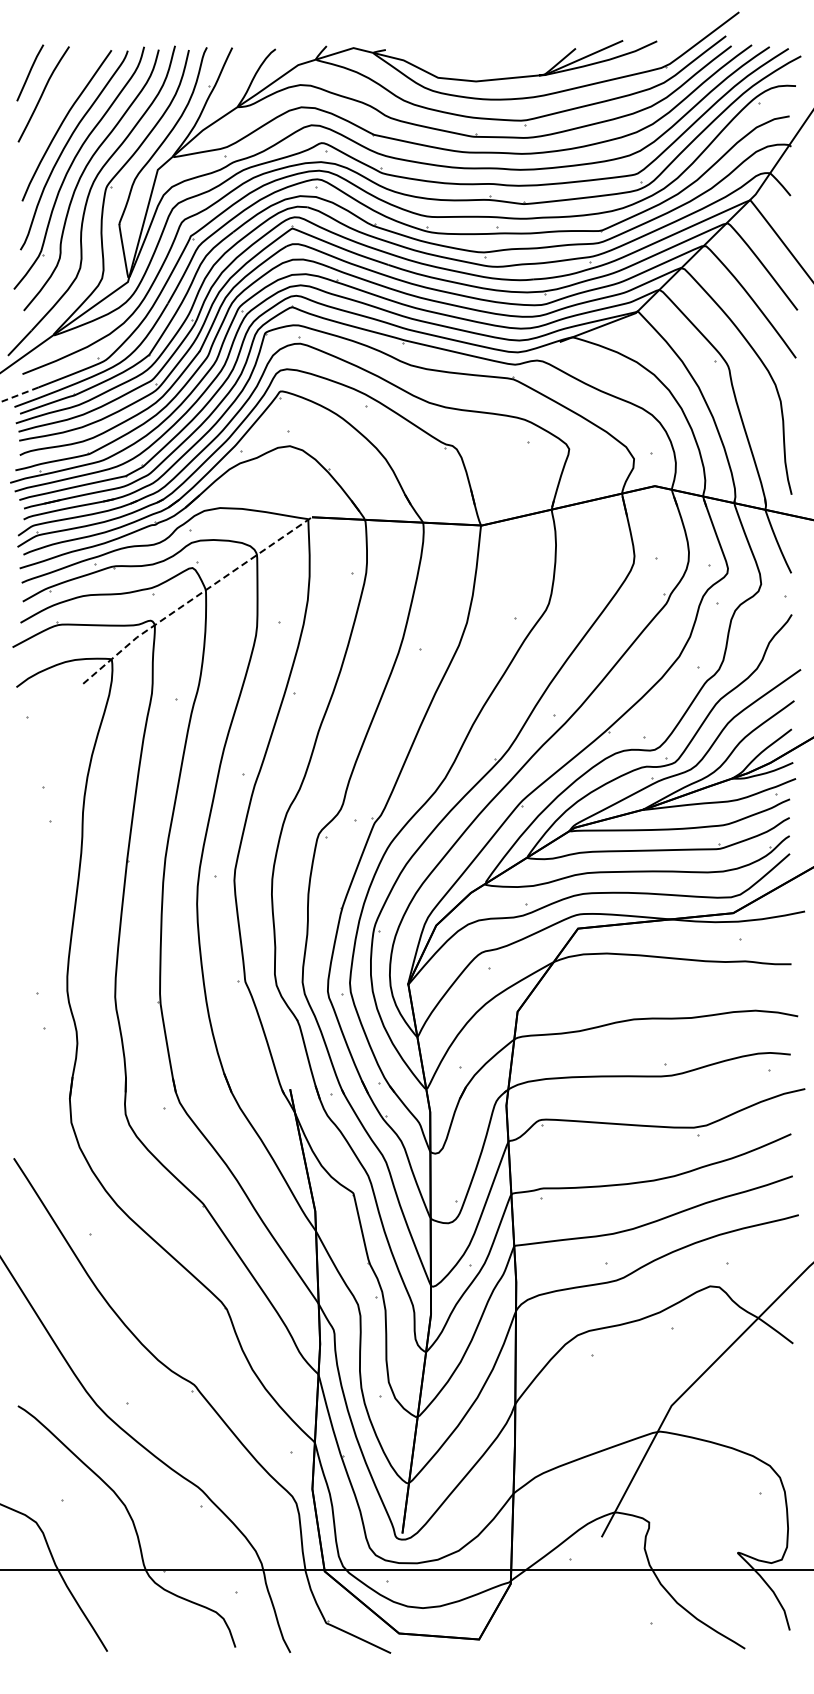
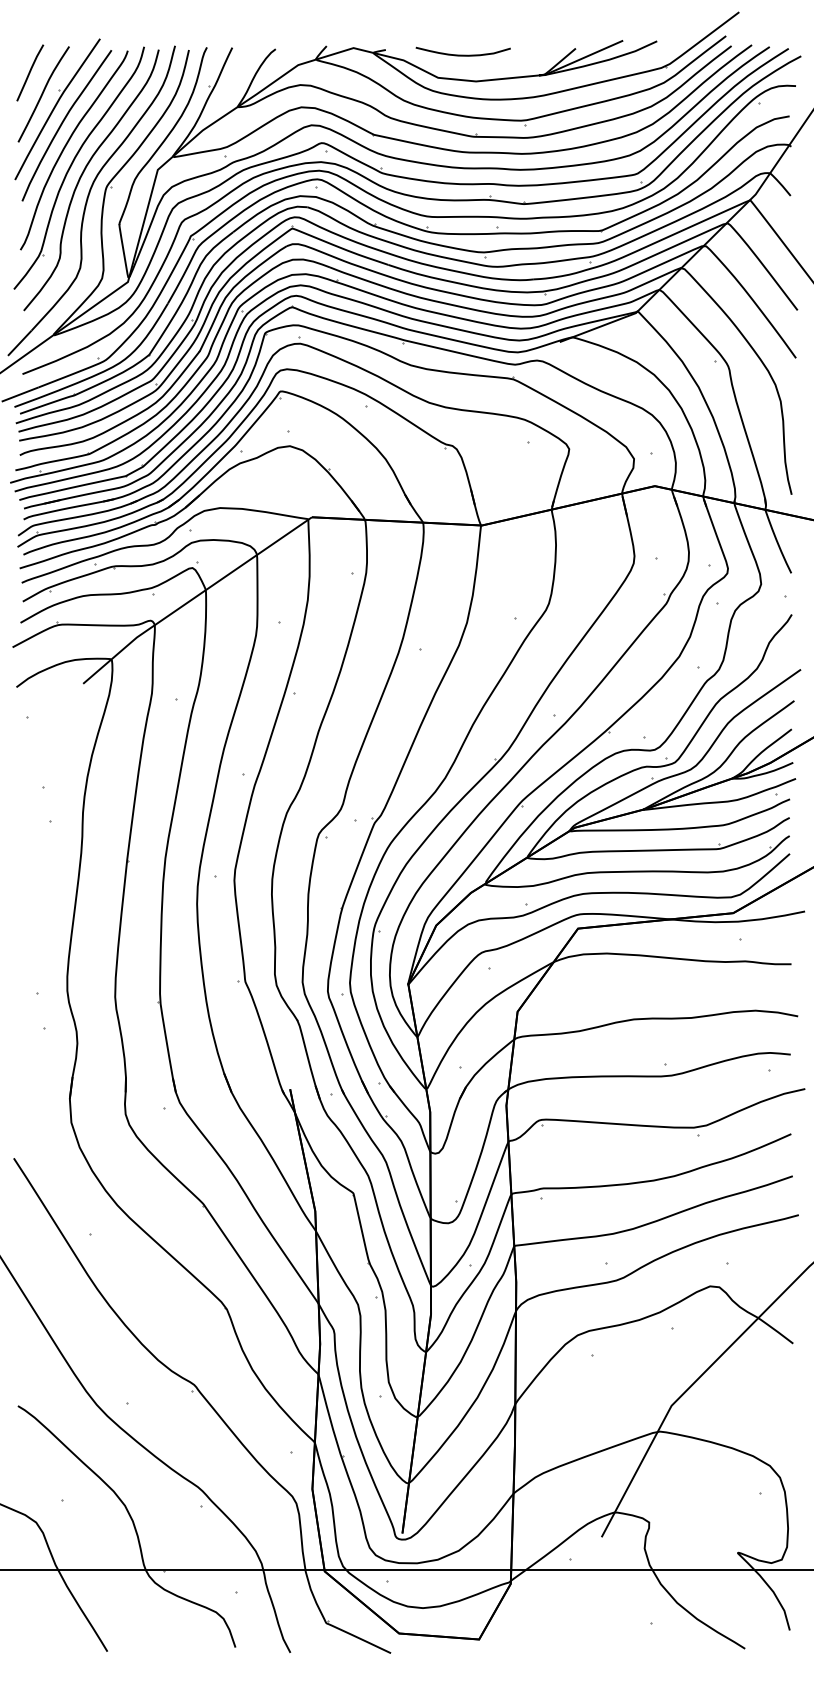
curve at (462, 54): none -> present
part at (57, 109): none -> present
line at (20, 394): dashed -> solid
line at (195, 597): dashed -> solid
